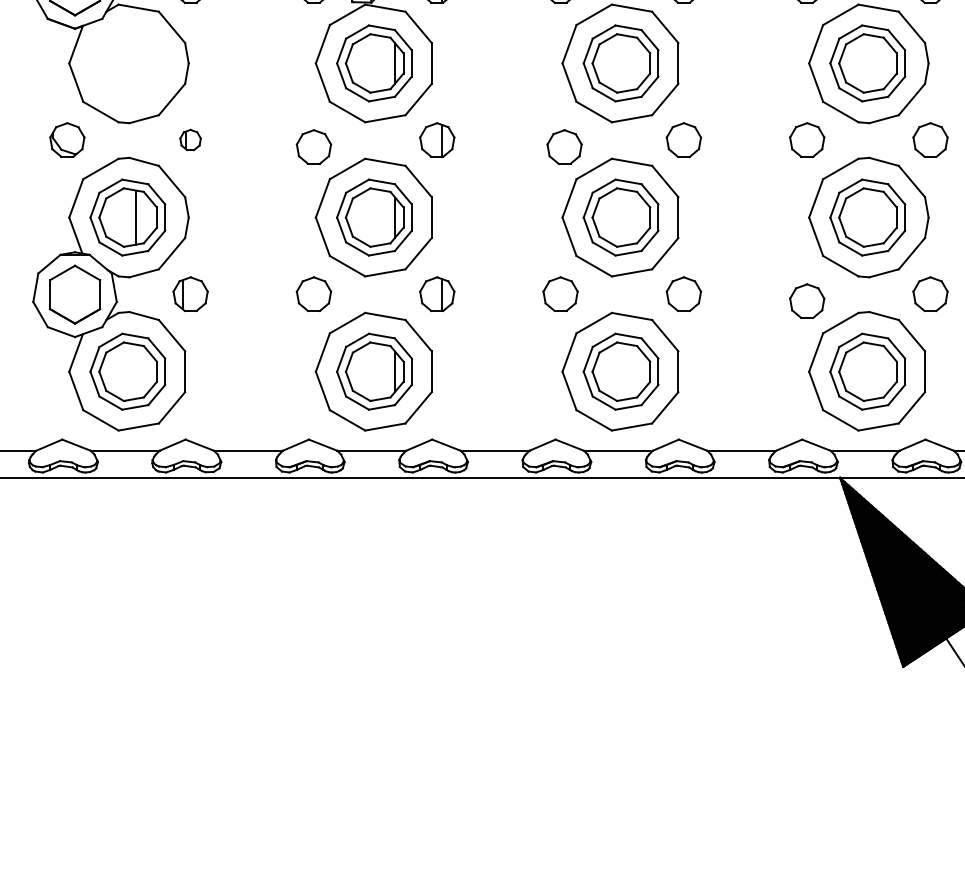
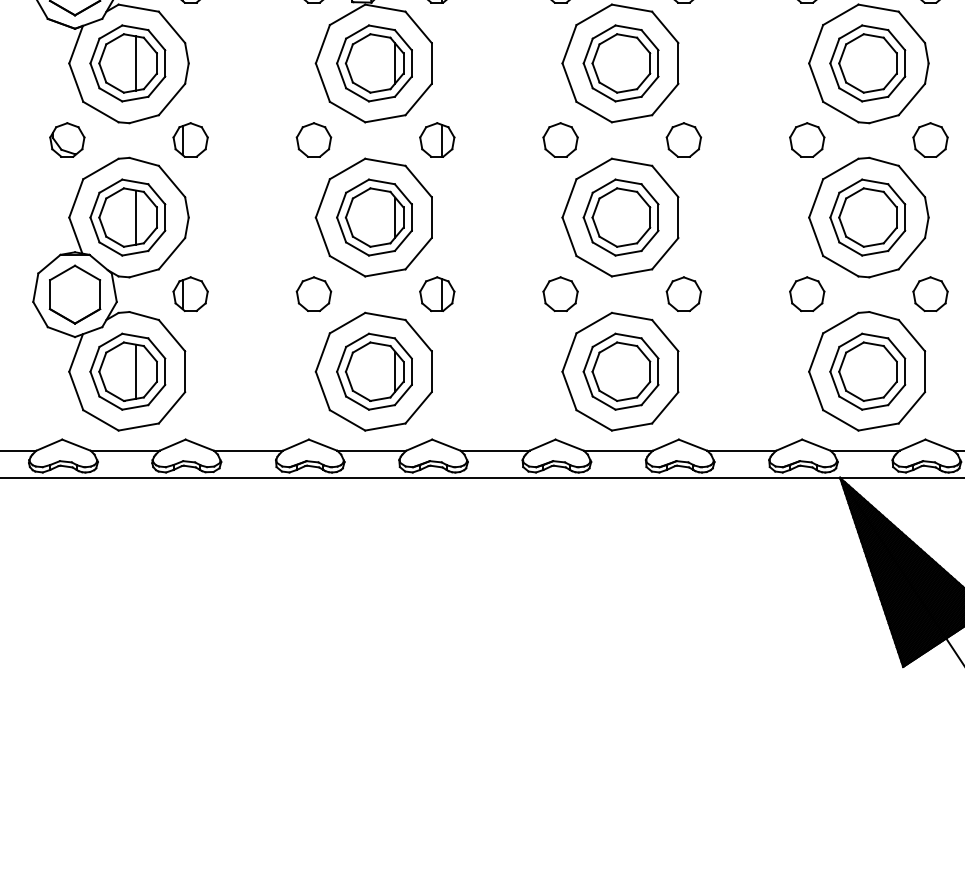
part at (127, 63): none -> present
part at (190, 139) size: 23x24 px -> 37x36 px
part at (313, 146) position: (313, 146) -> (313, 139)
part at (564, 146) position: (564, 146) -> (560, 139)
part at (807, 300) position: (807, 300) -> (807, 293)
line at (135, 371): none -> present
